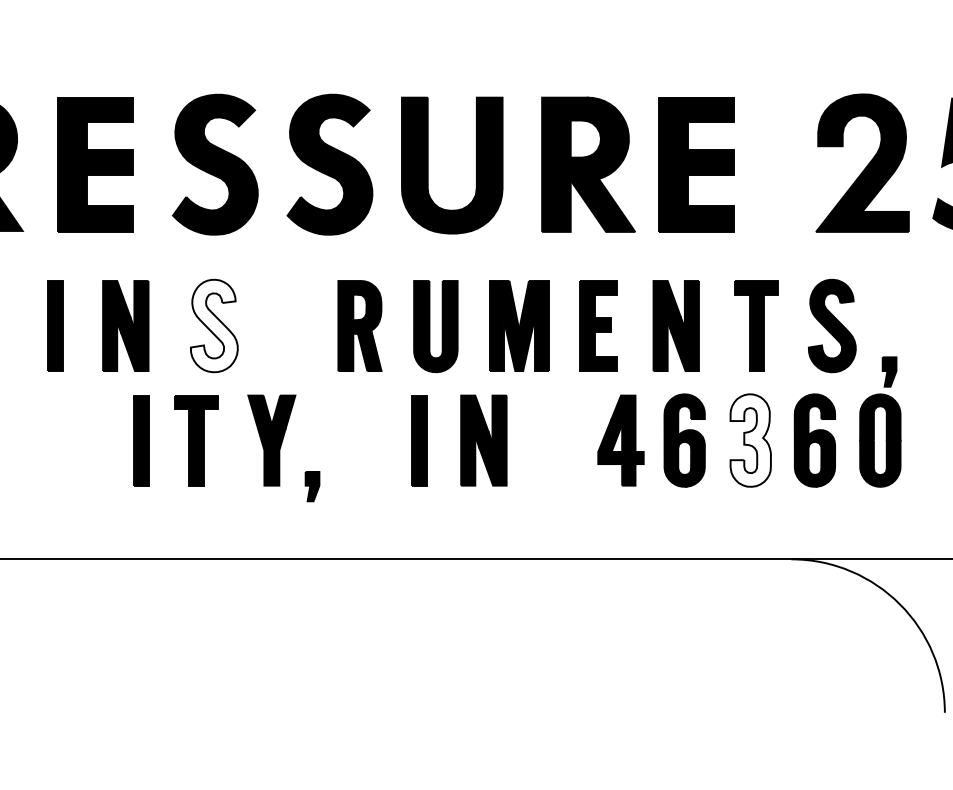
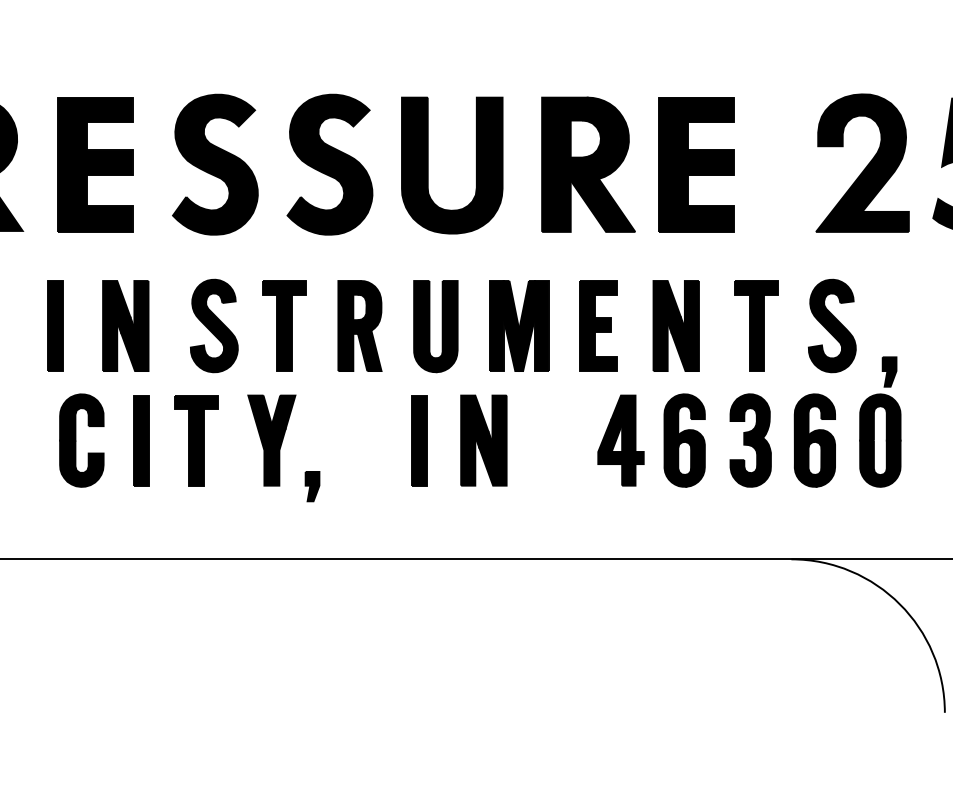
fill at (213, 325): none -> present
part at (284, 325): none -> present
part at (81, 440): none -> present
fill at (750, 440): none -> present
